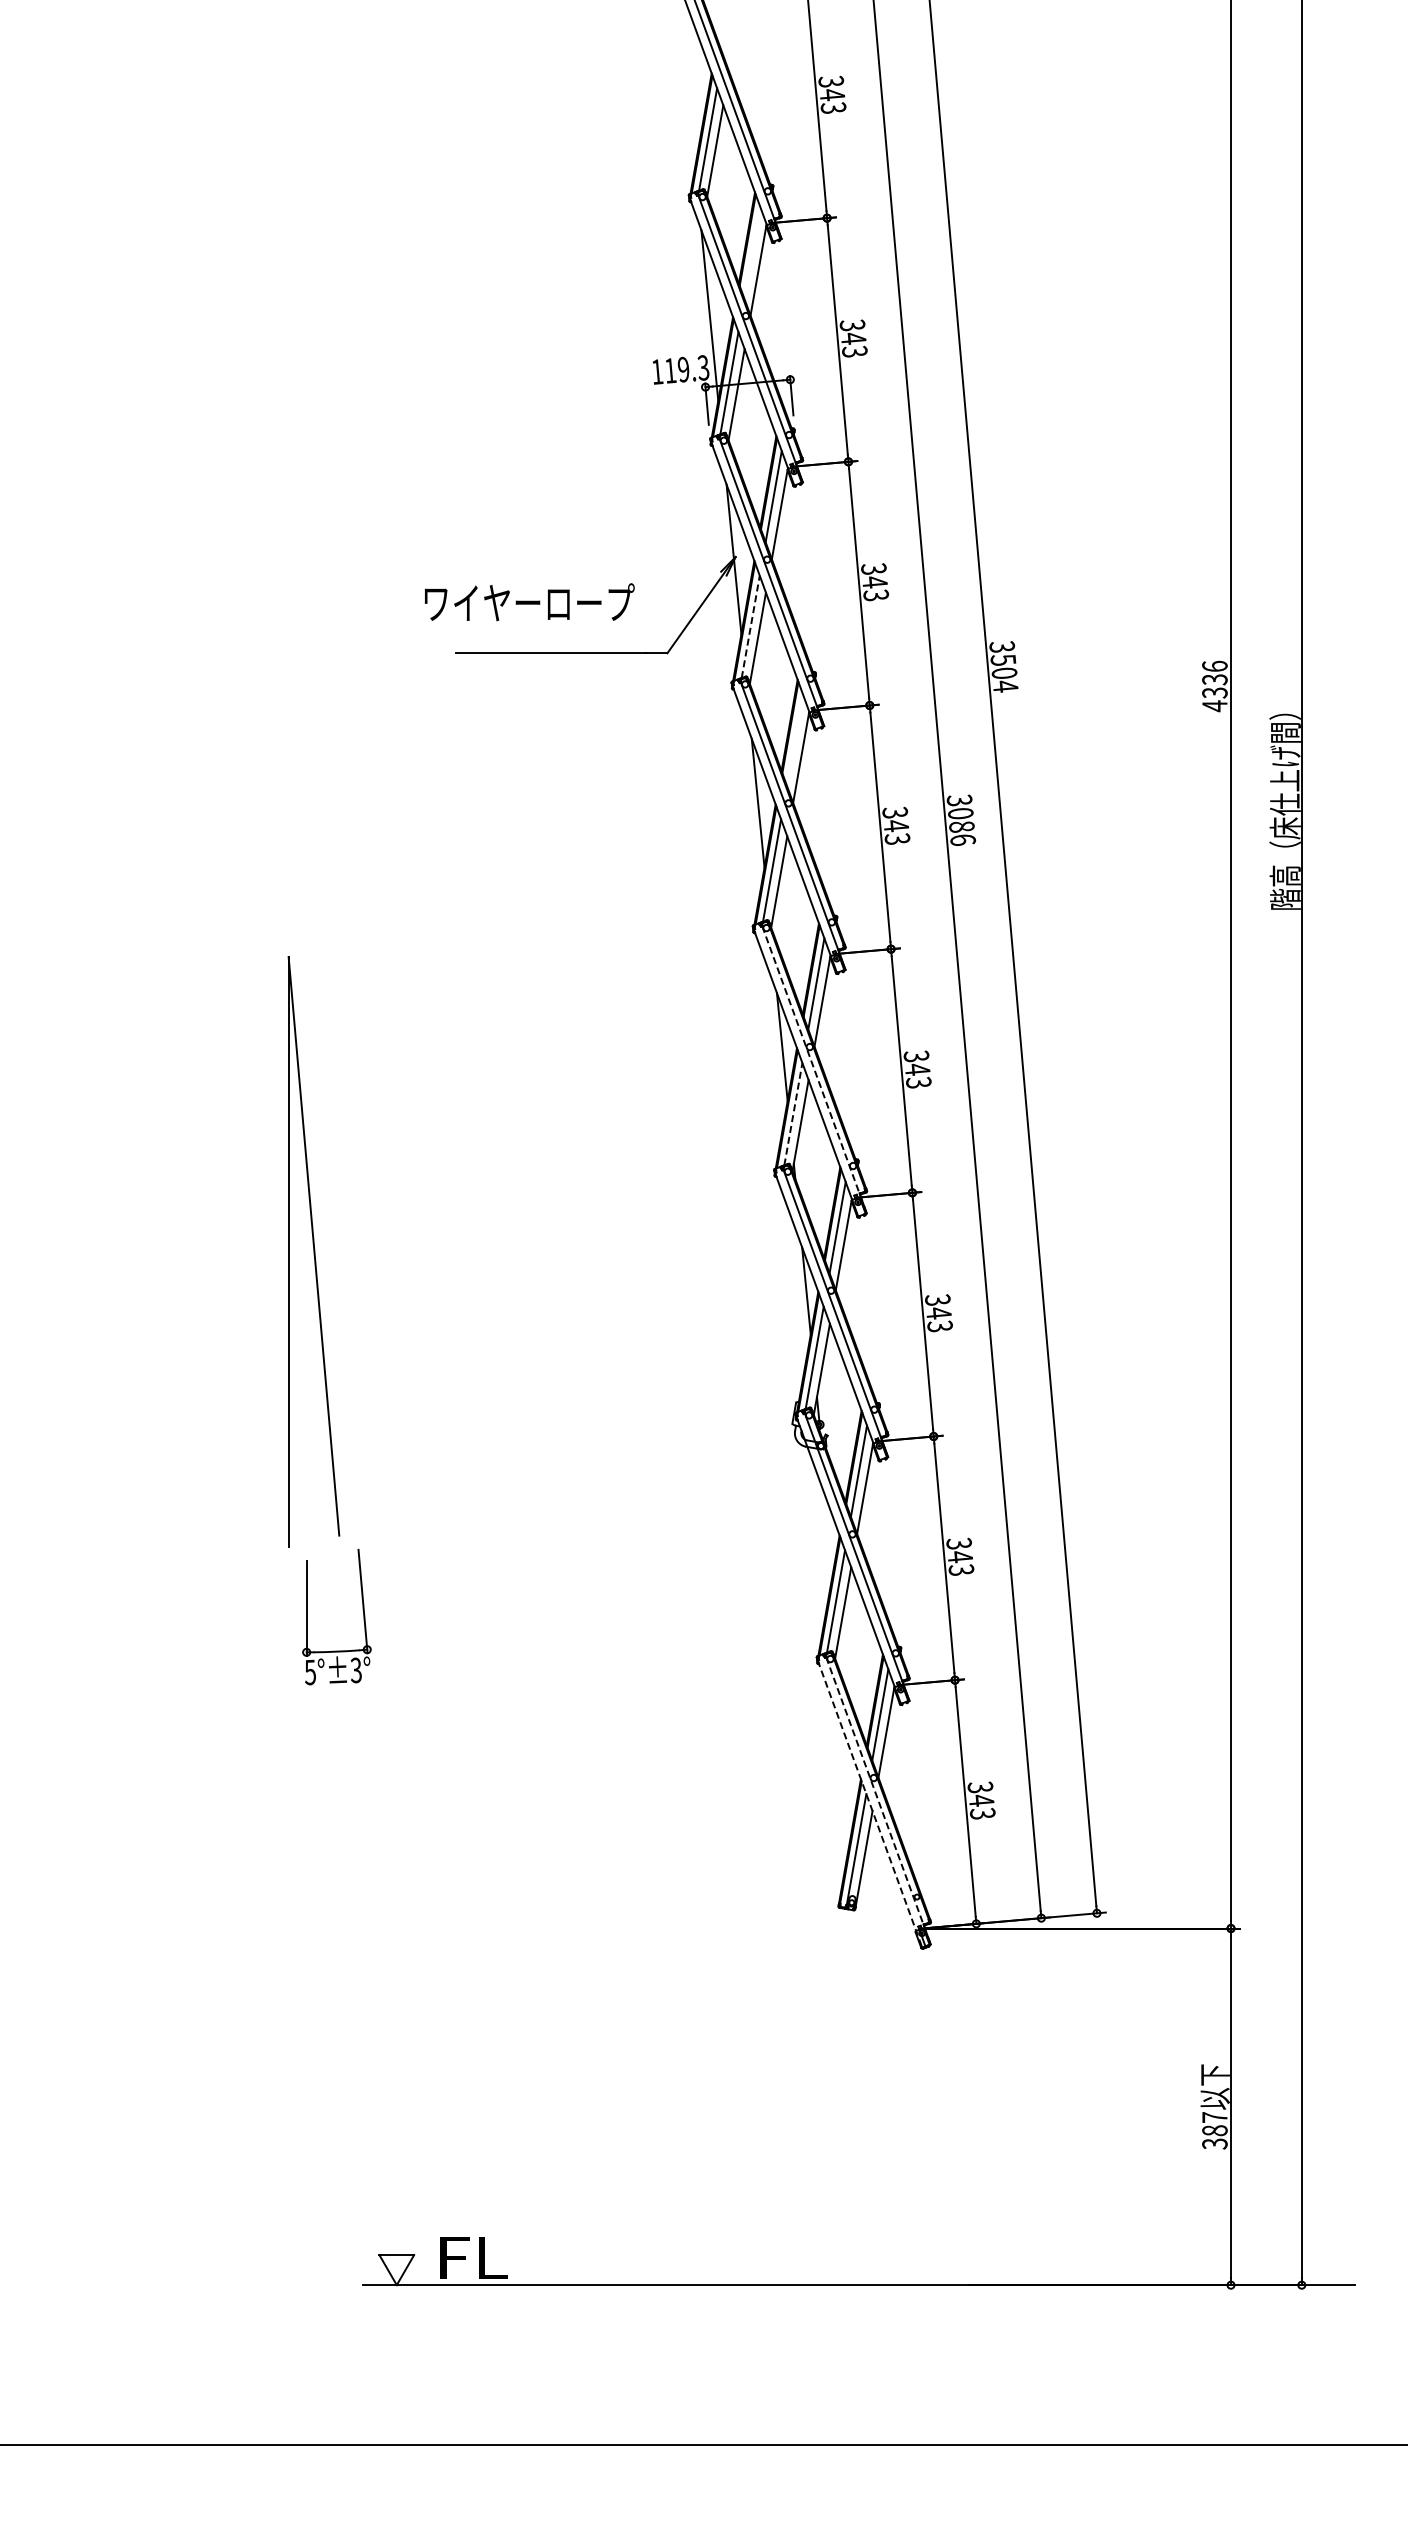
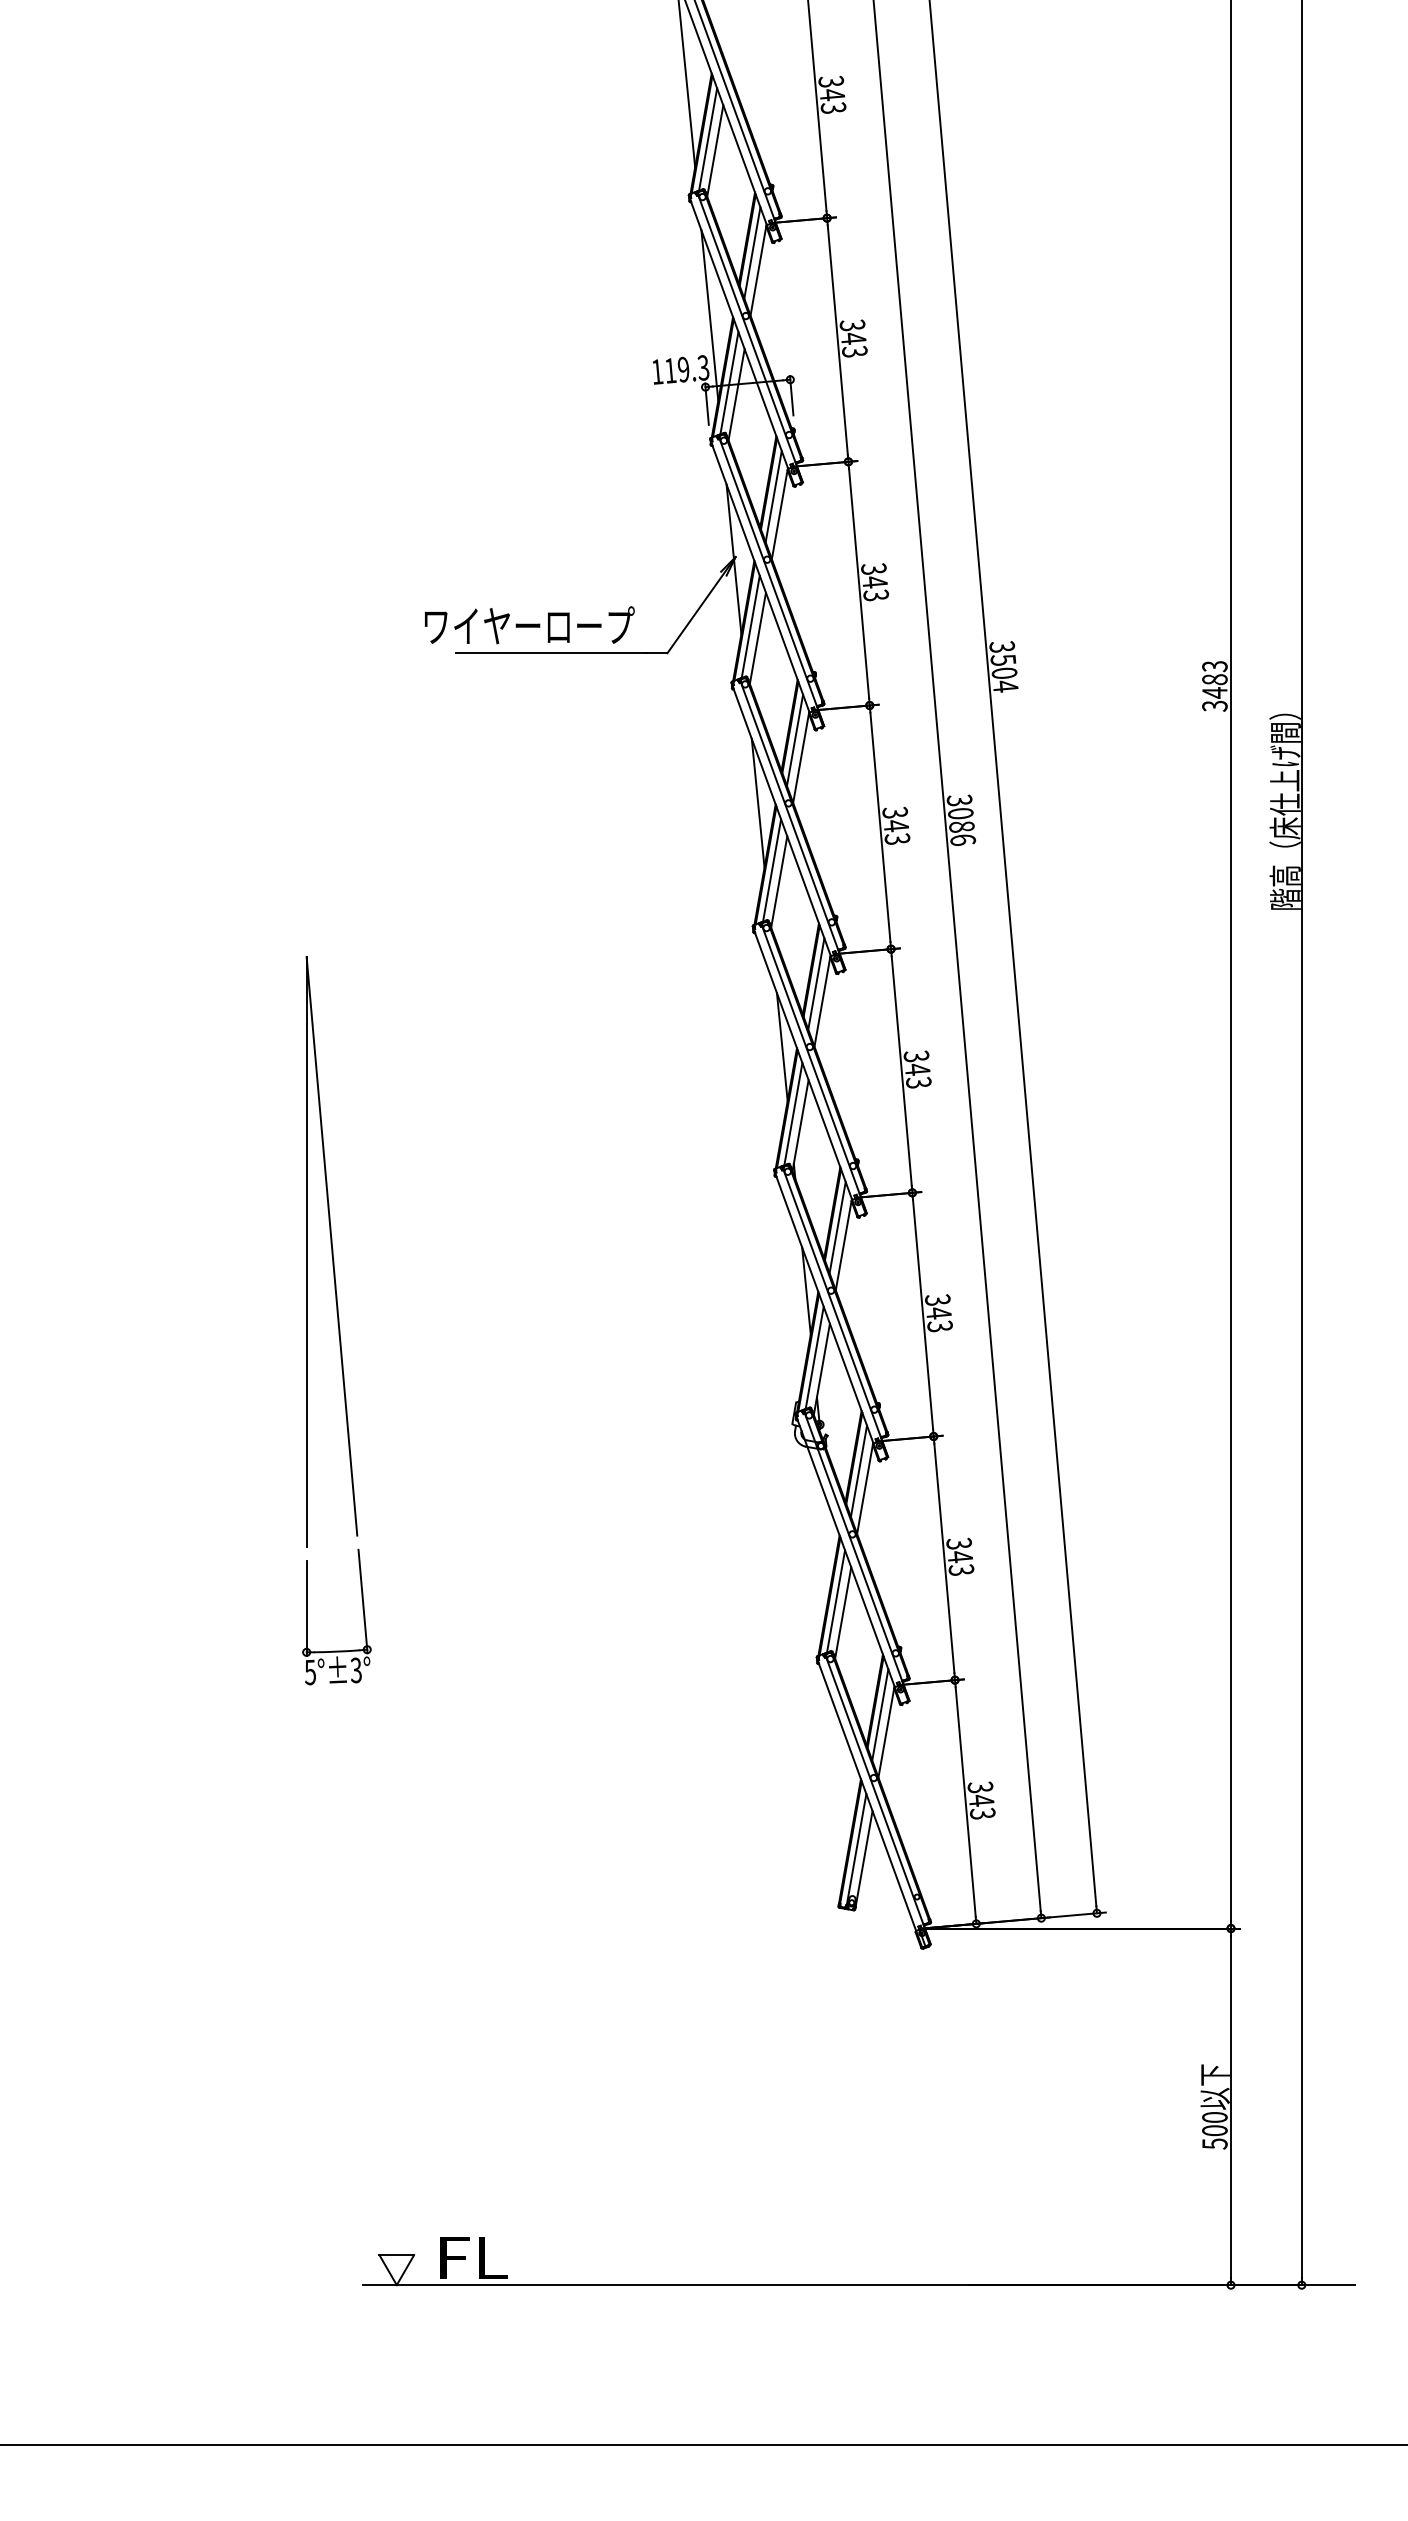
line at (686, 84): none -> present
line at (752, 252): none -> present
text at (529, 602) position: (529, 602) -> (529, 625)
line at (750, 626): dashed -> solid
text at (1214, 686): 4336 -> 3483
line at (794, 739): none -> present
line at (814, 1069): dashed -> solid
line at (793, 1114): dashed -> solid
part at (313, 1251) position: (313, 1251) -> (331, 1251)
line at (878, 1800): dashed -> solid
line at (869, 1803): dashed -> solid
text at (1214, 2130): 387 -> 500
